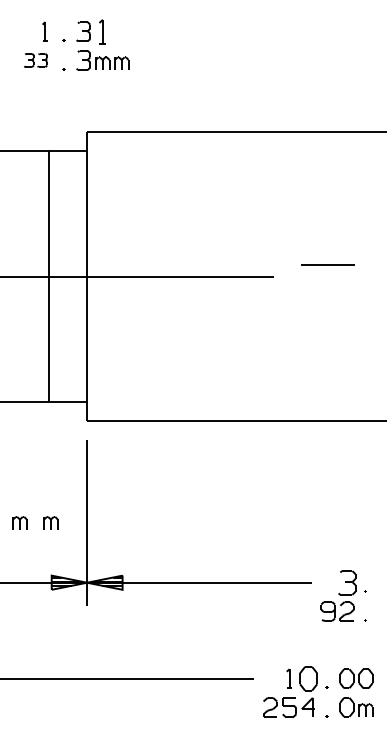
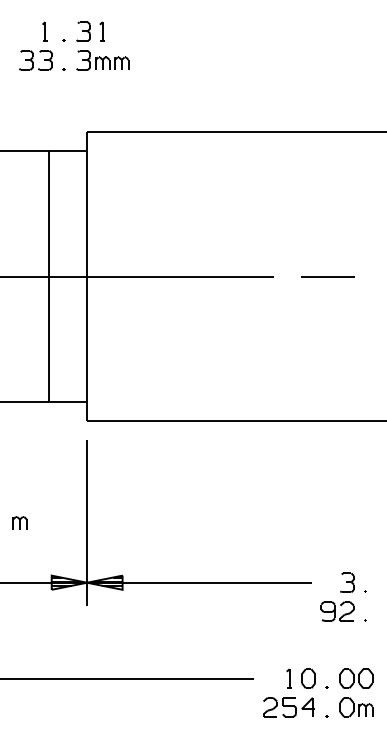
part at (102, 31) size: 7x26 px -> 6x21 px
part at (35, 60) size: 24x15 px -> 34x21 px
line at (327, 264) position: (327, 264) -> (327, 276)
part at (50, 522): present -> none
part at (347, 582) size: 19x26 px -> 15x21 px
part at (308, 678) size: 19x26 px -> 15x21 px
